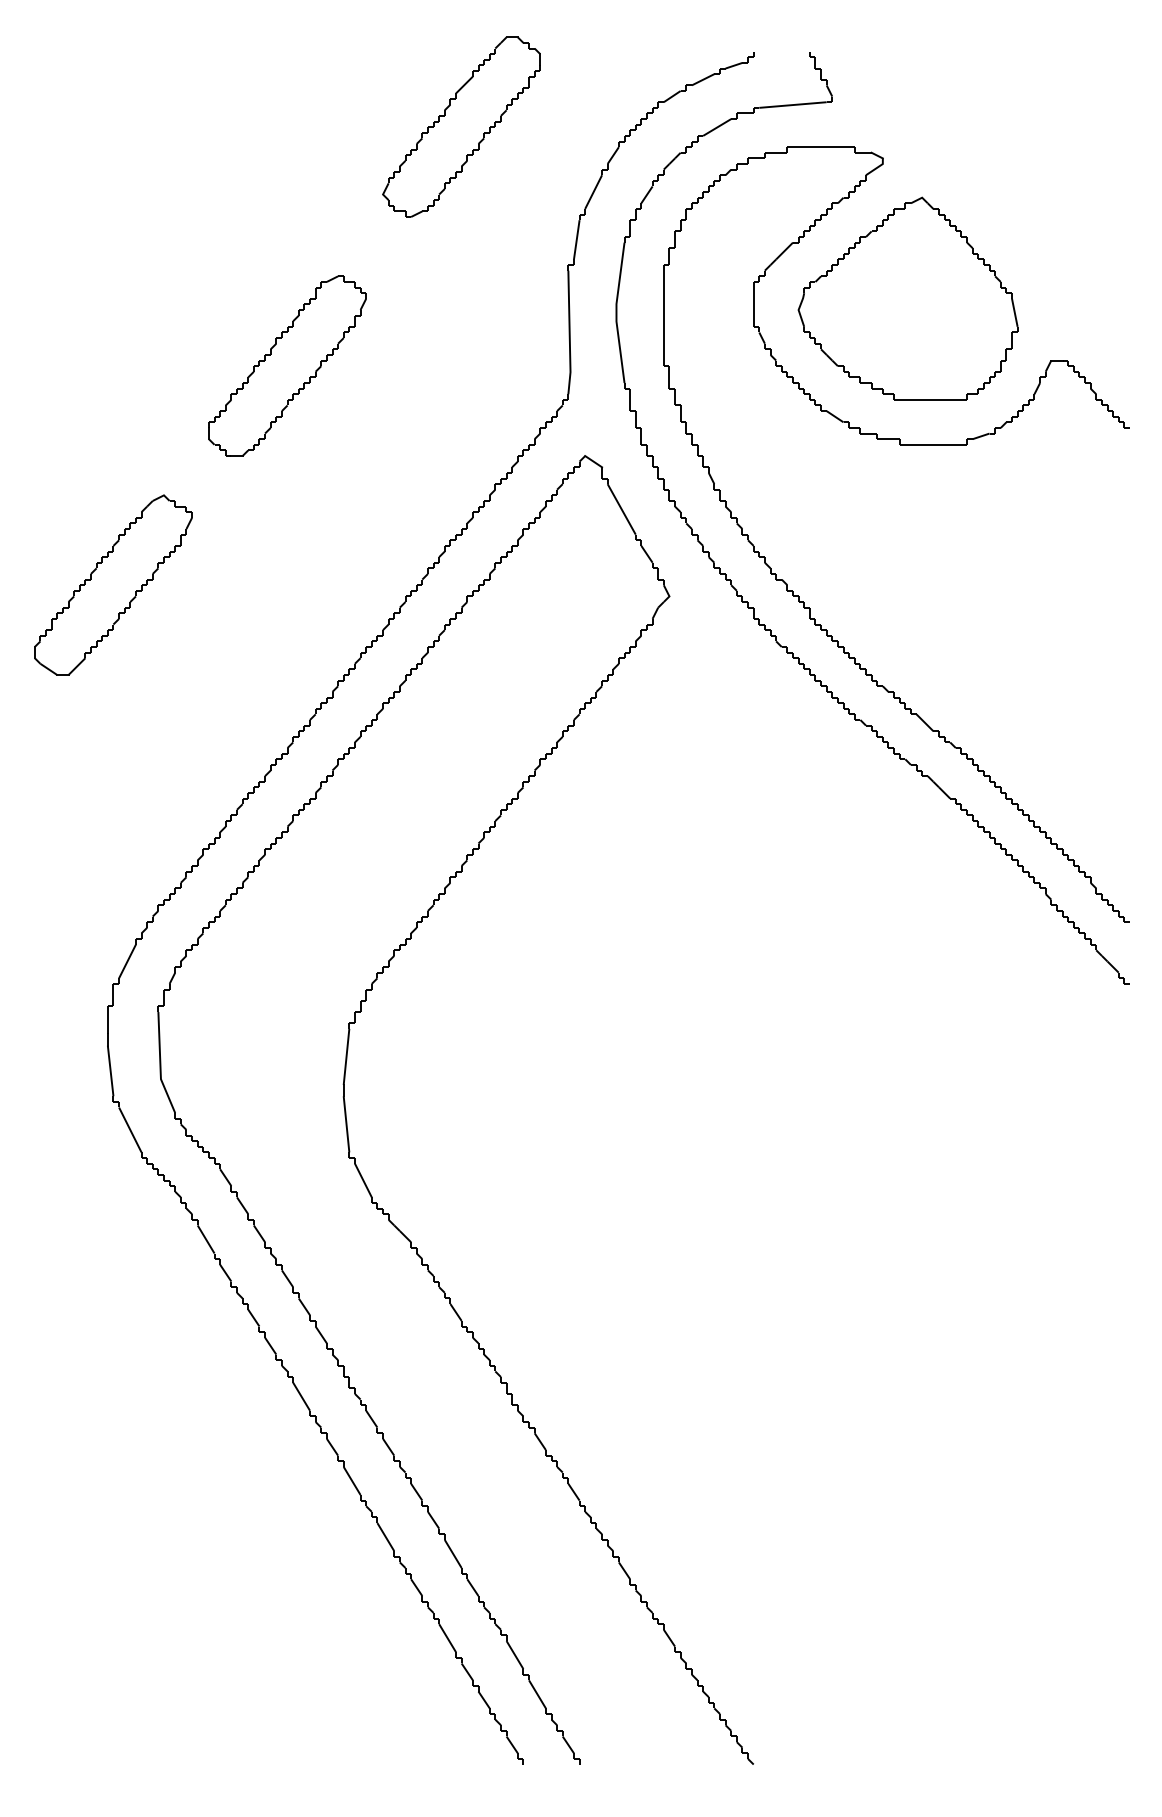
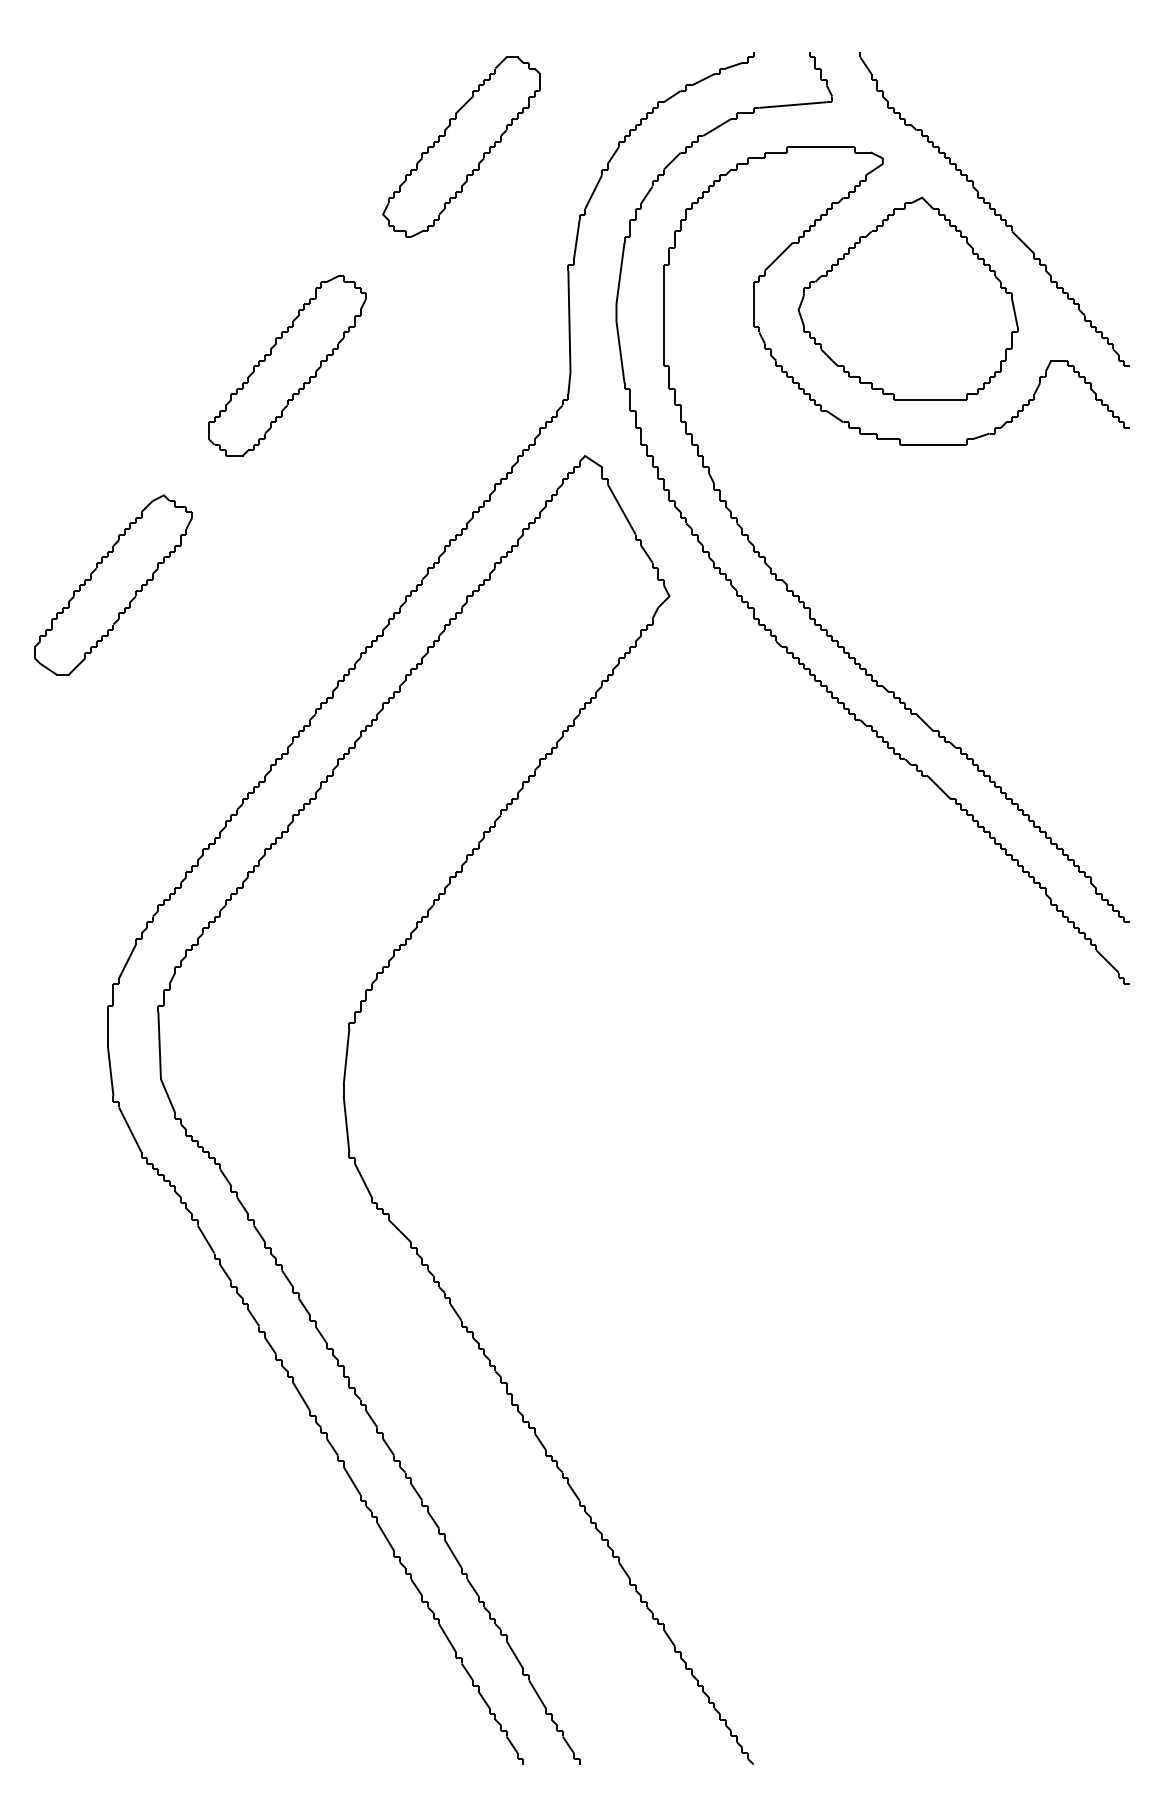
part at (461, 126) position: (461, 126) -> (461, 146)
part at (994, 209): none -> present
